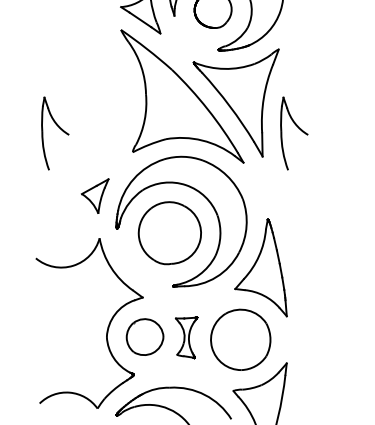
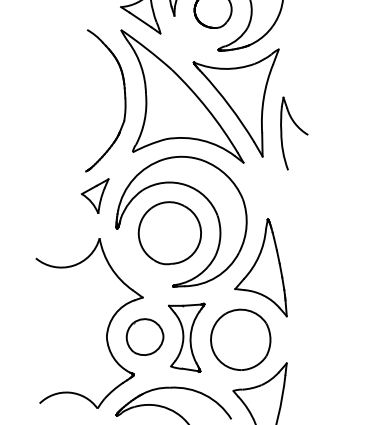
part at (124, 100): none -> present
part at (59, 128): present -> none
part at (186, 337) size: 25x44 px -> 39x71 px
